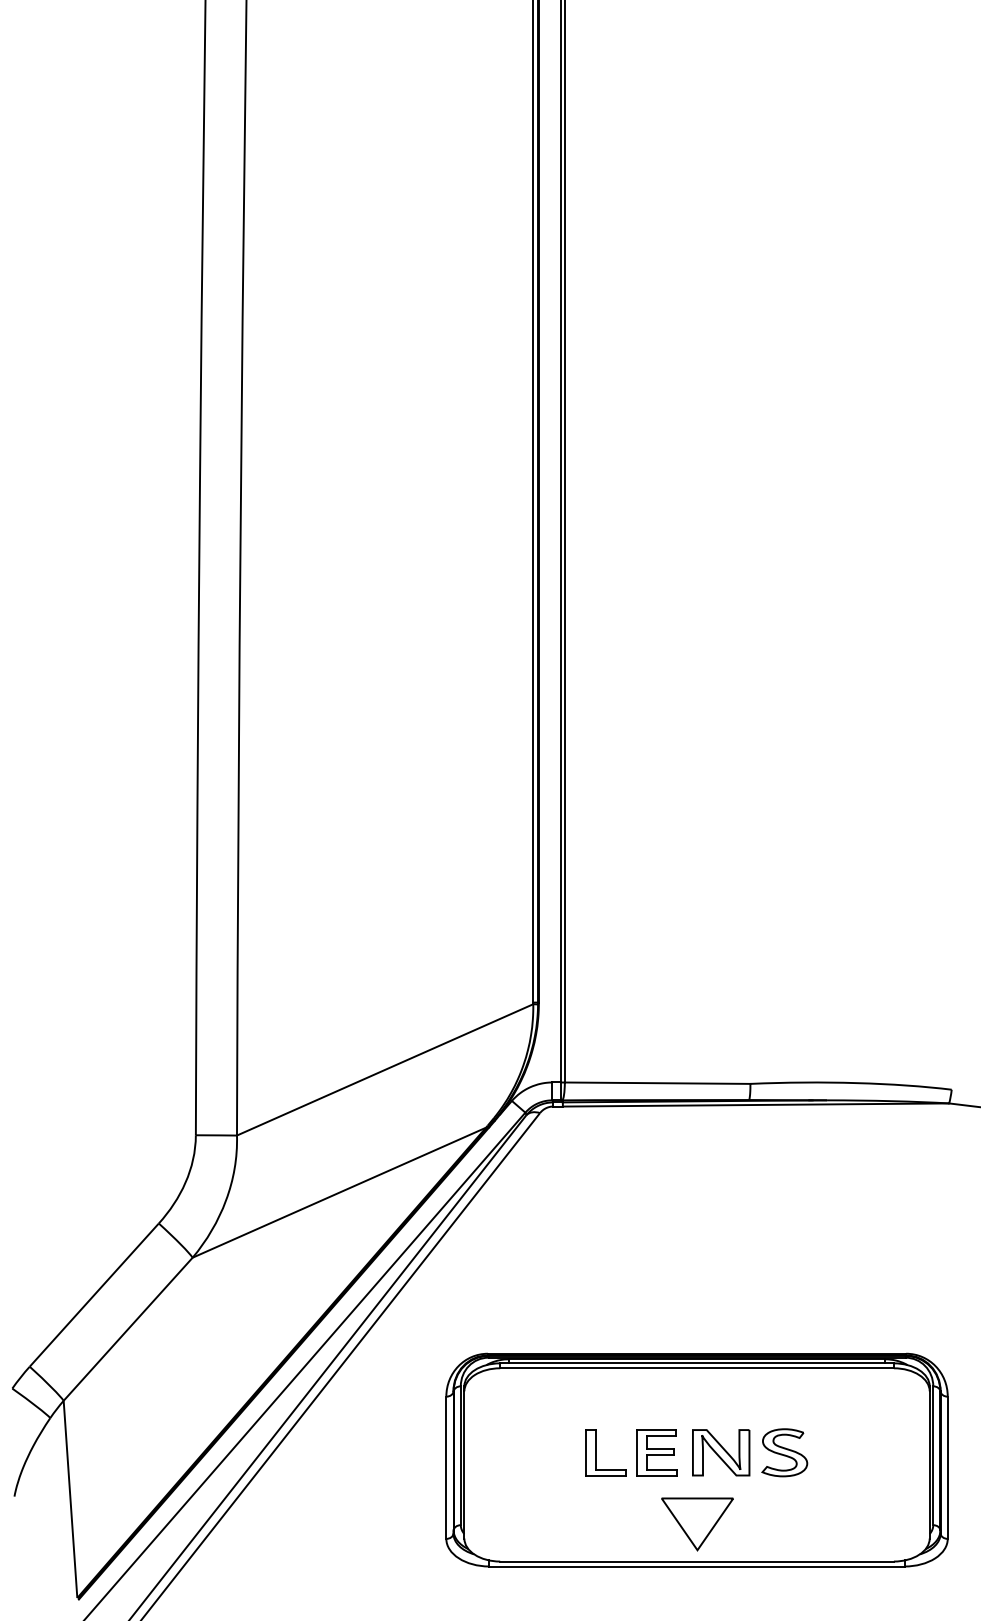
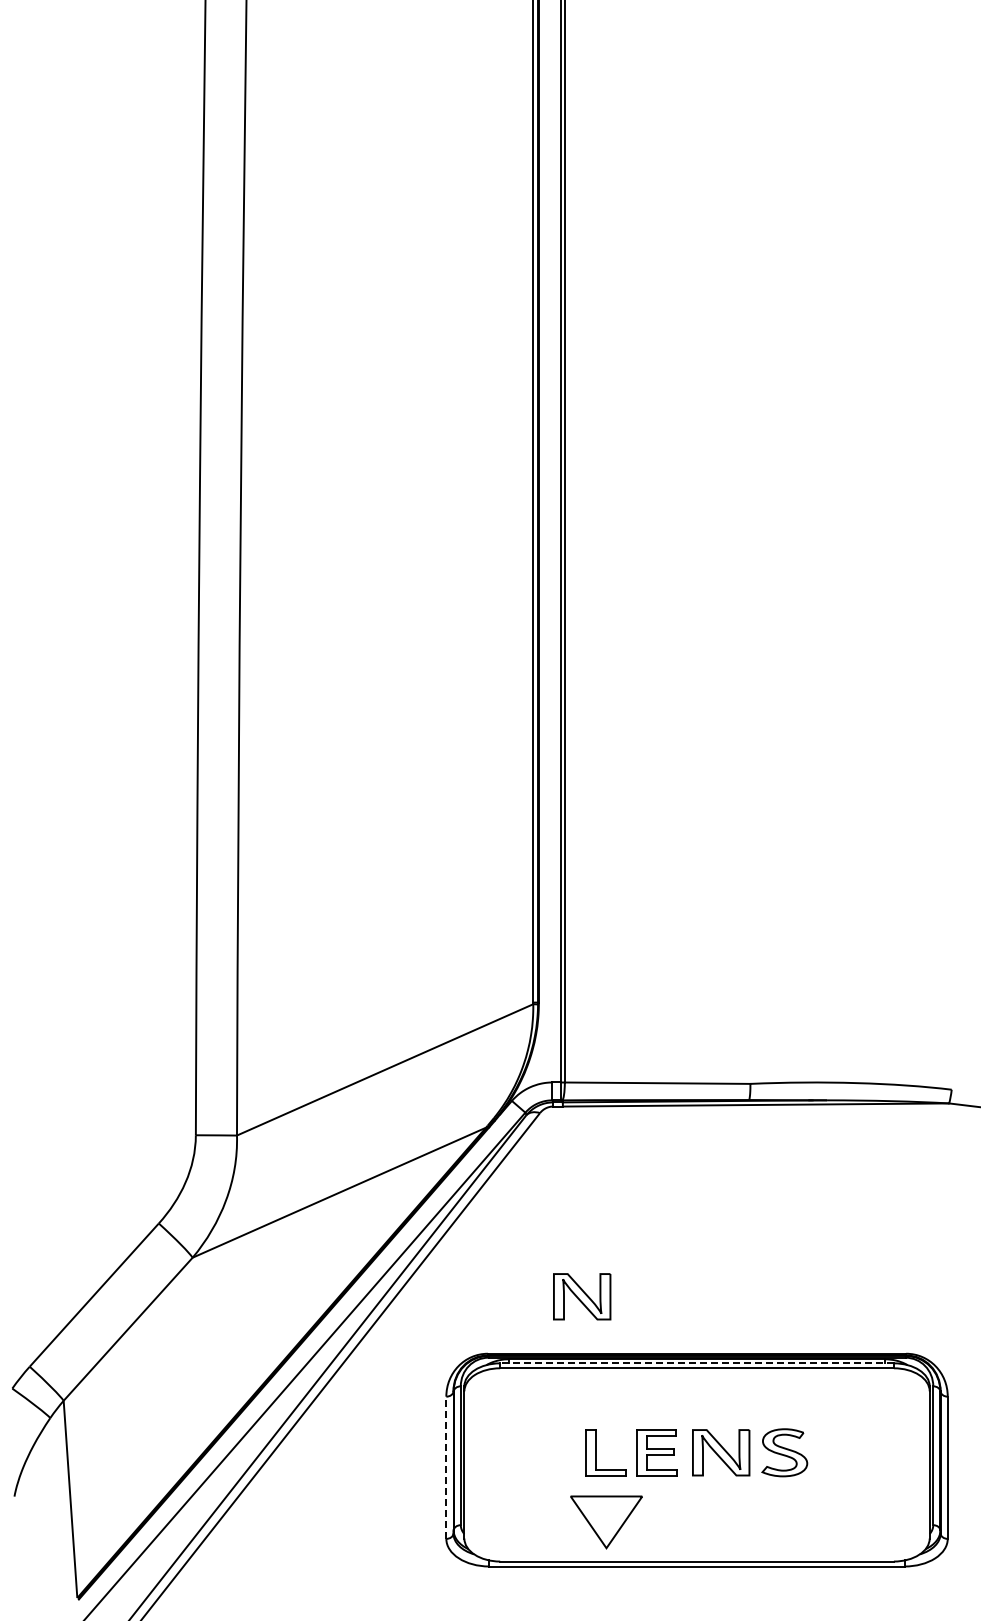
part at (582, 1296): none -> present
line at (697, 1363): solid -> dashed
line at (446, 1467): solid -> dashed
part at (697, 1524) position: (697, 1524) -> (606, 1522)
